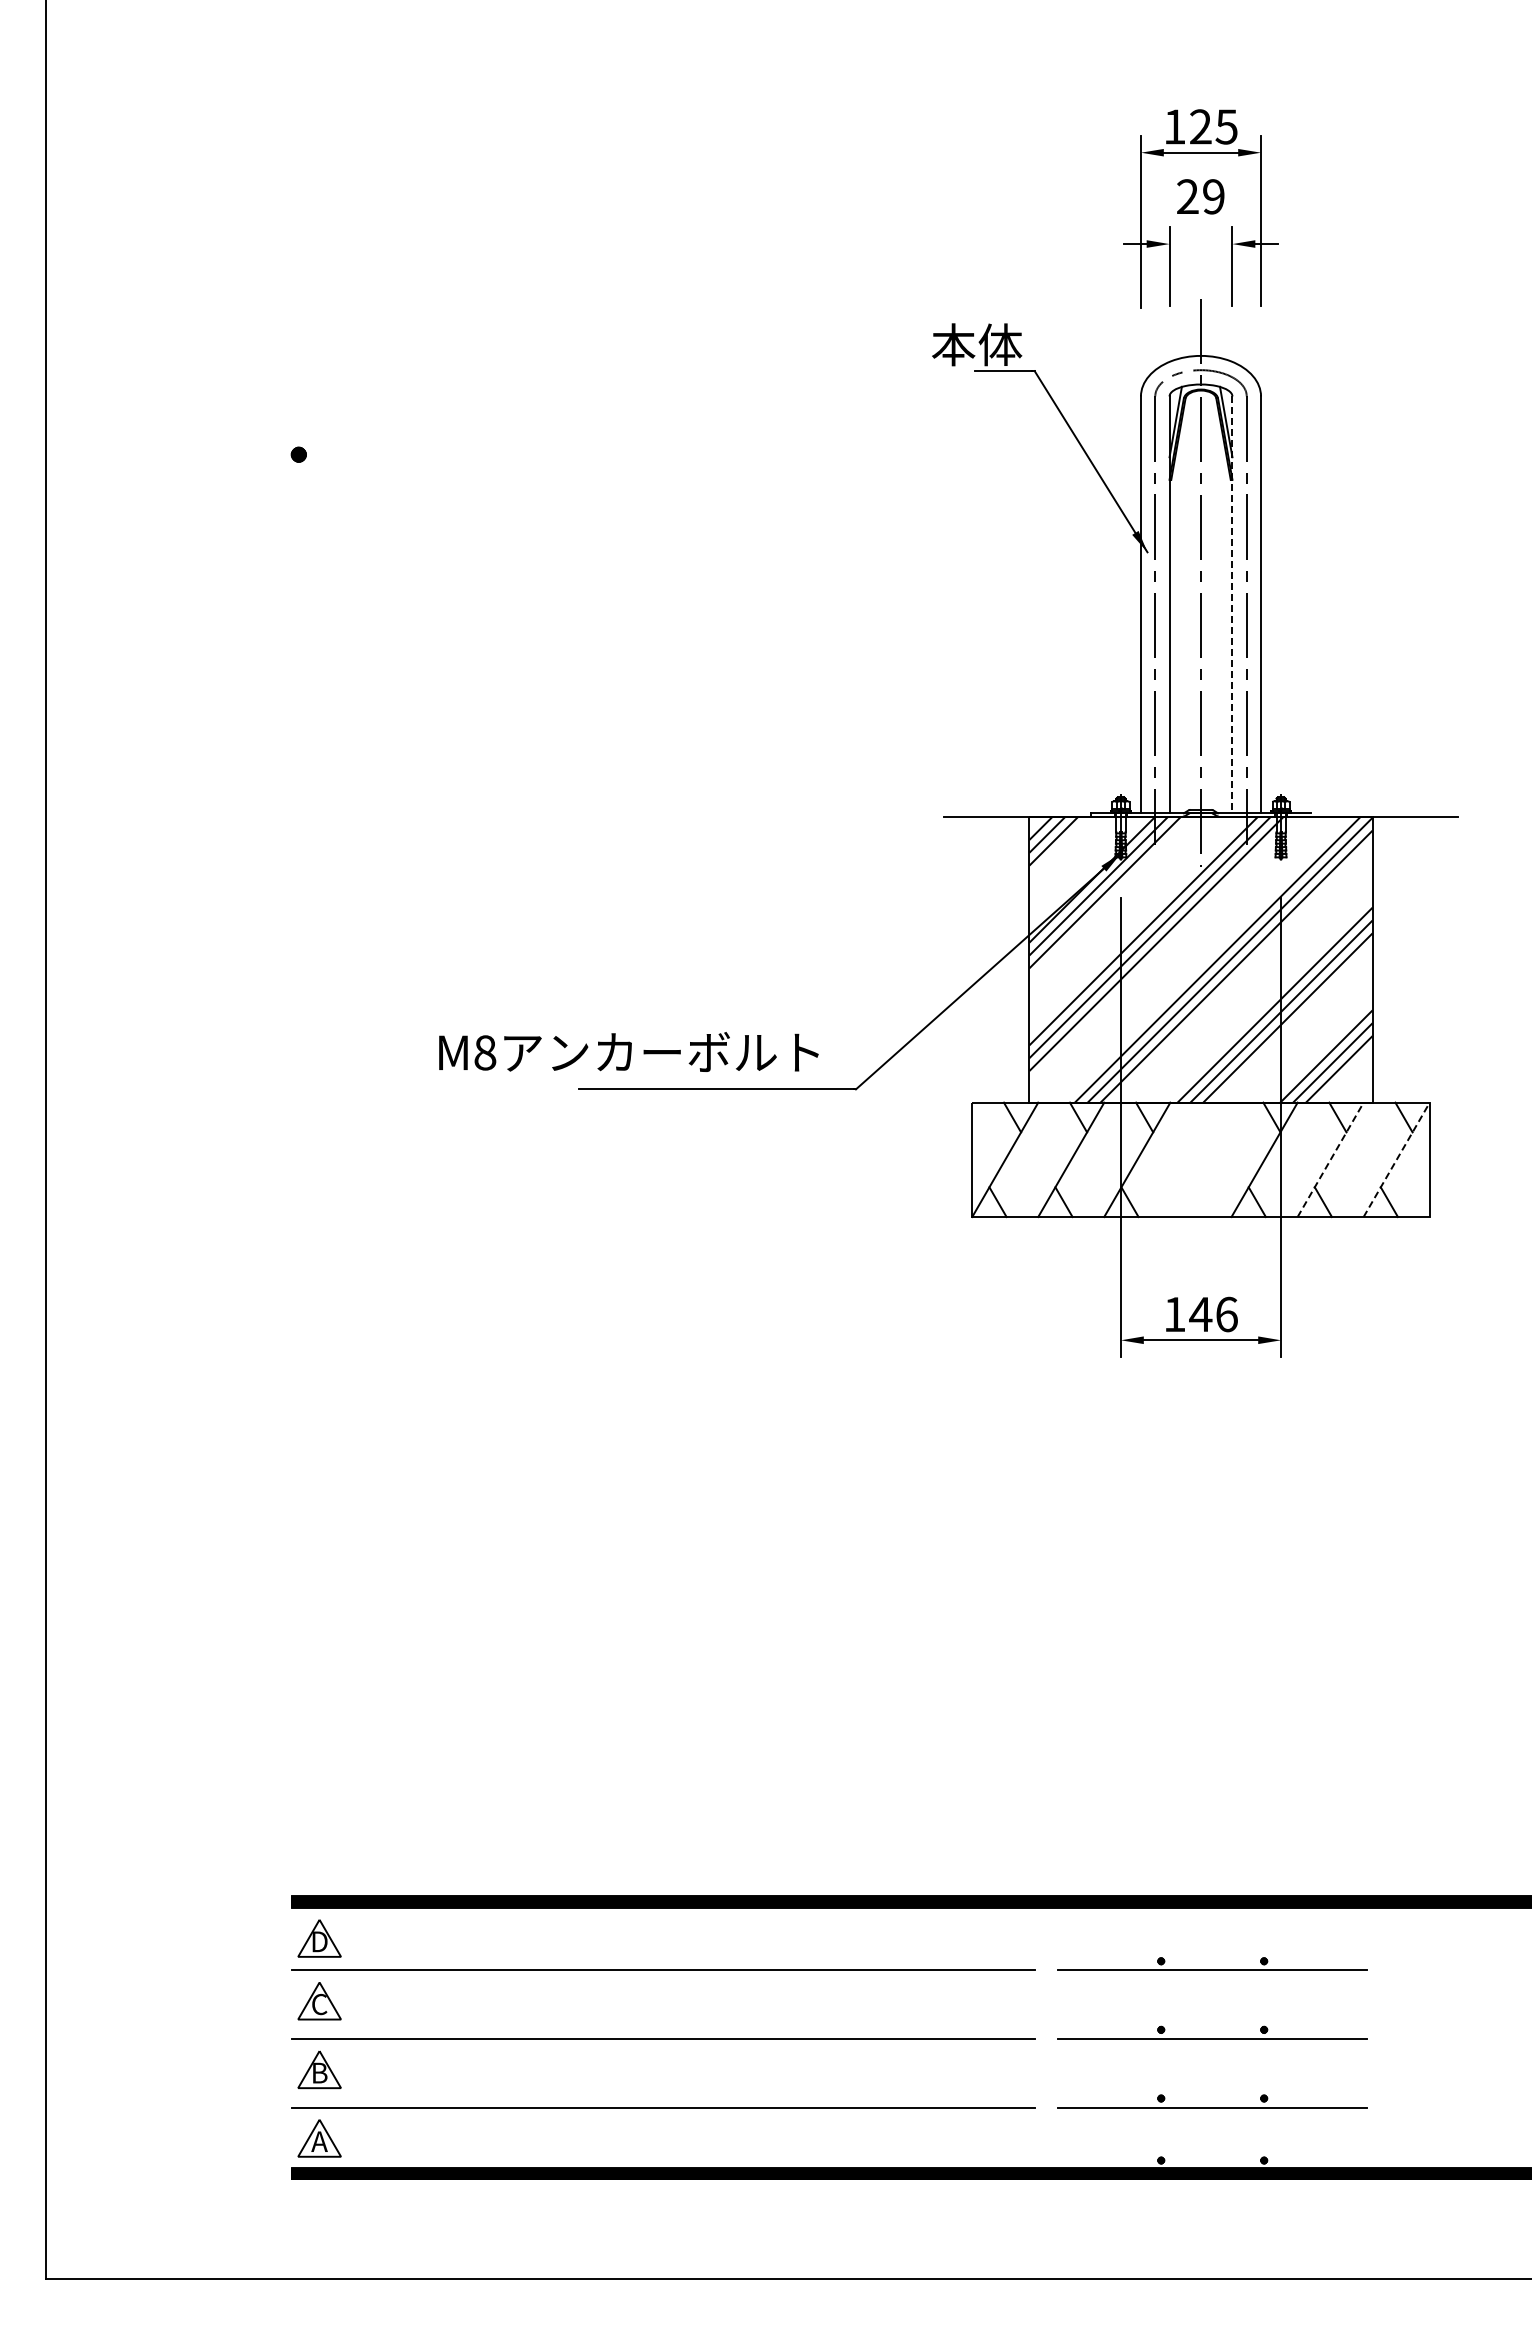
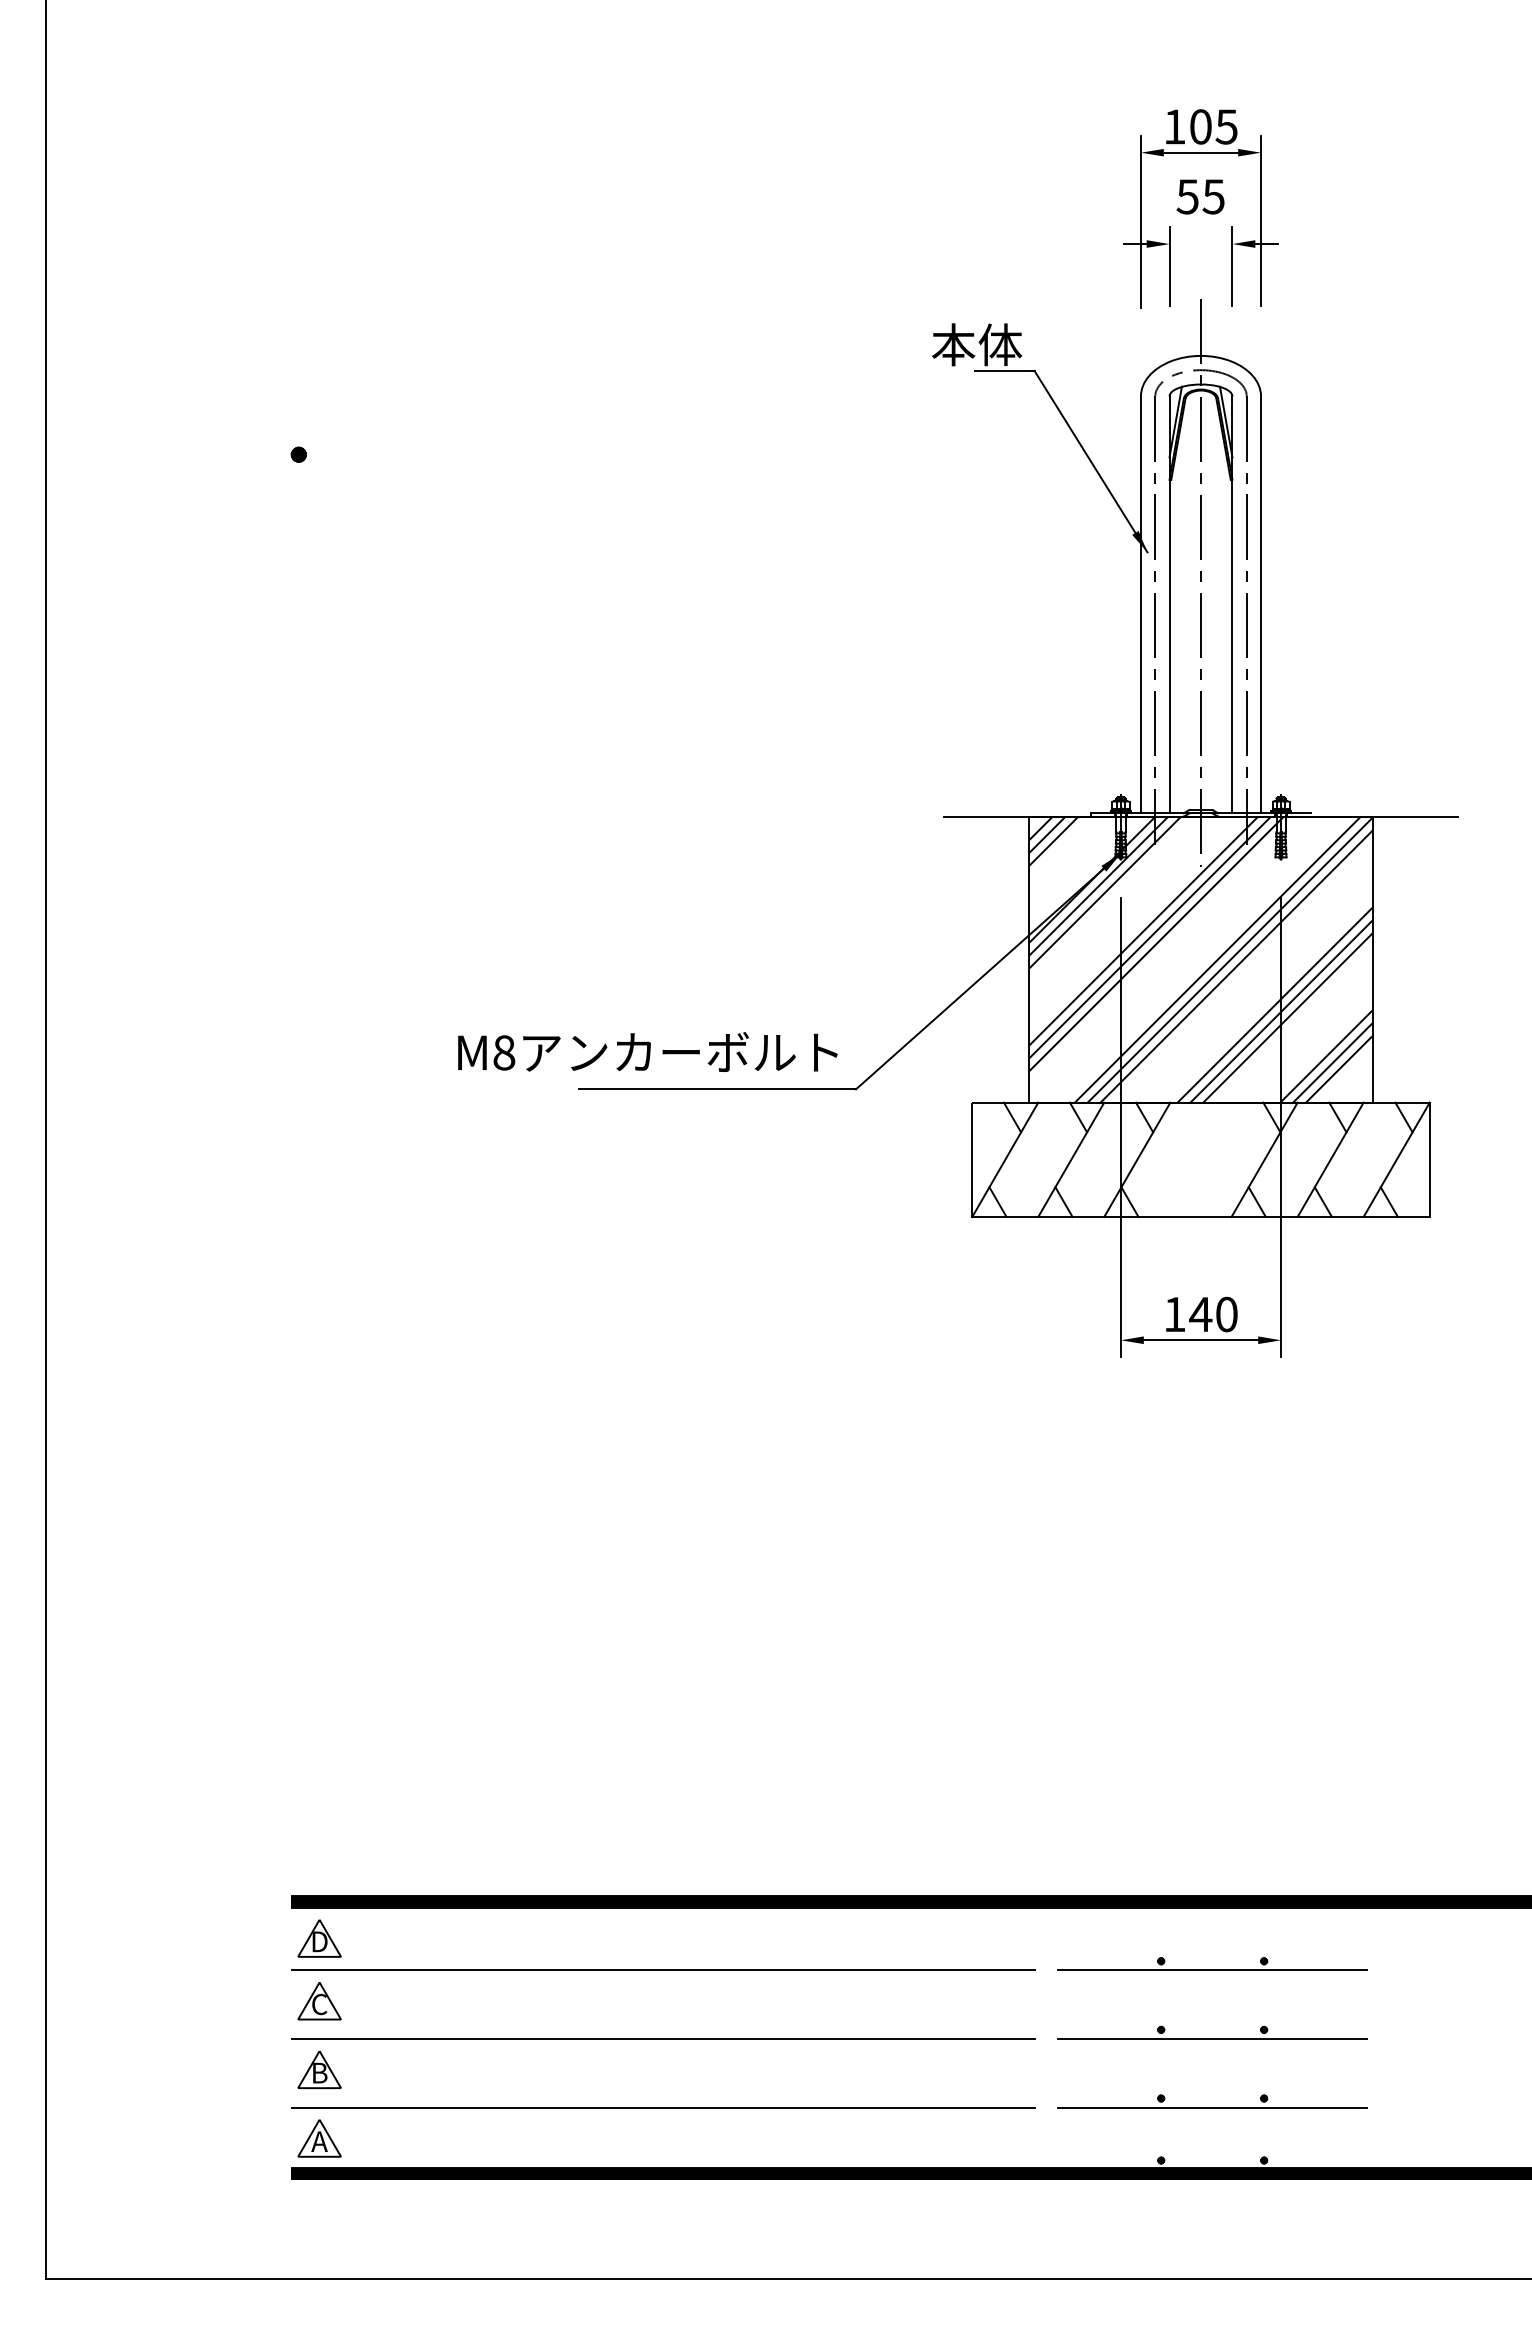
text at (1200, 126): 125 -> 105
text at (1200, 196): 29 -> 55
line at (1232, 605): dashed -> solid
text at (628, 1051) position: (628, 1051) -> (647, 1051)
line at (1330, 1159): dashed -> solid
line at (1396, 1159): dashed -> solid
text at (1226, 1314): 146 -> 140
